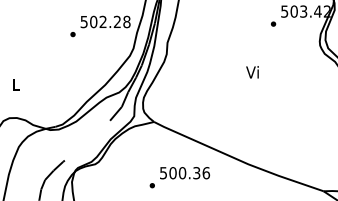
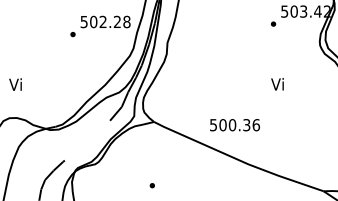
text at (252, 72) position: (252, 72) -> (277, 84)
text at (15, 84): L -> Vi
text at (185, 173) position: (185, 173) -> (235, 125)
